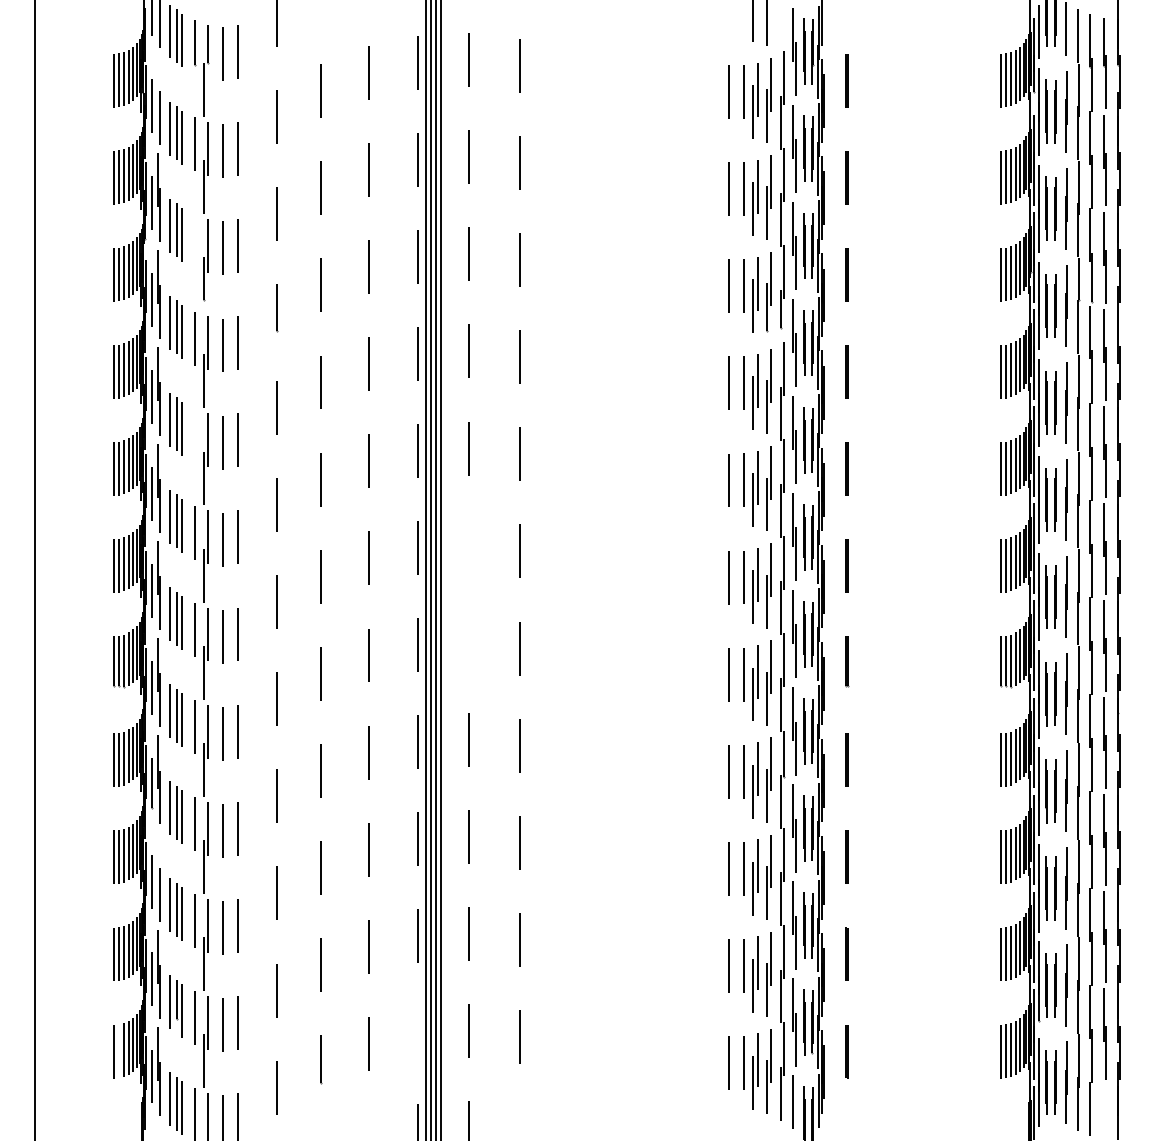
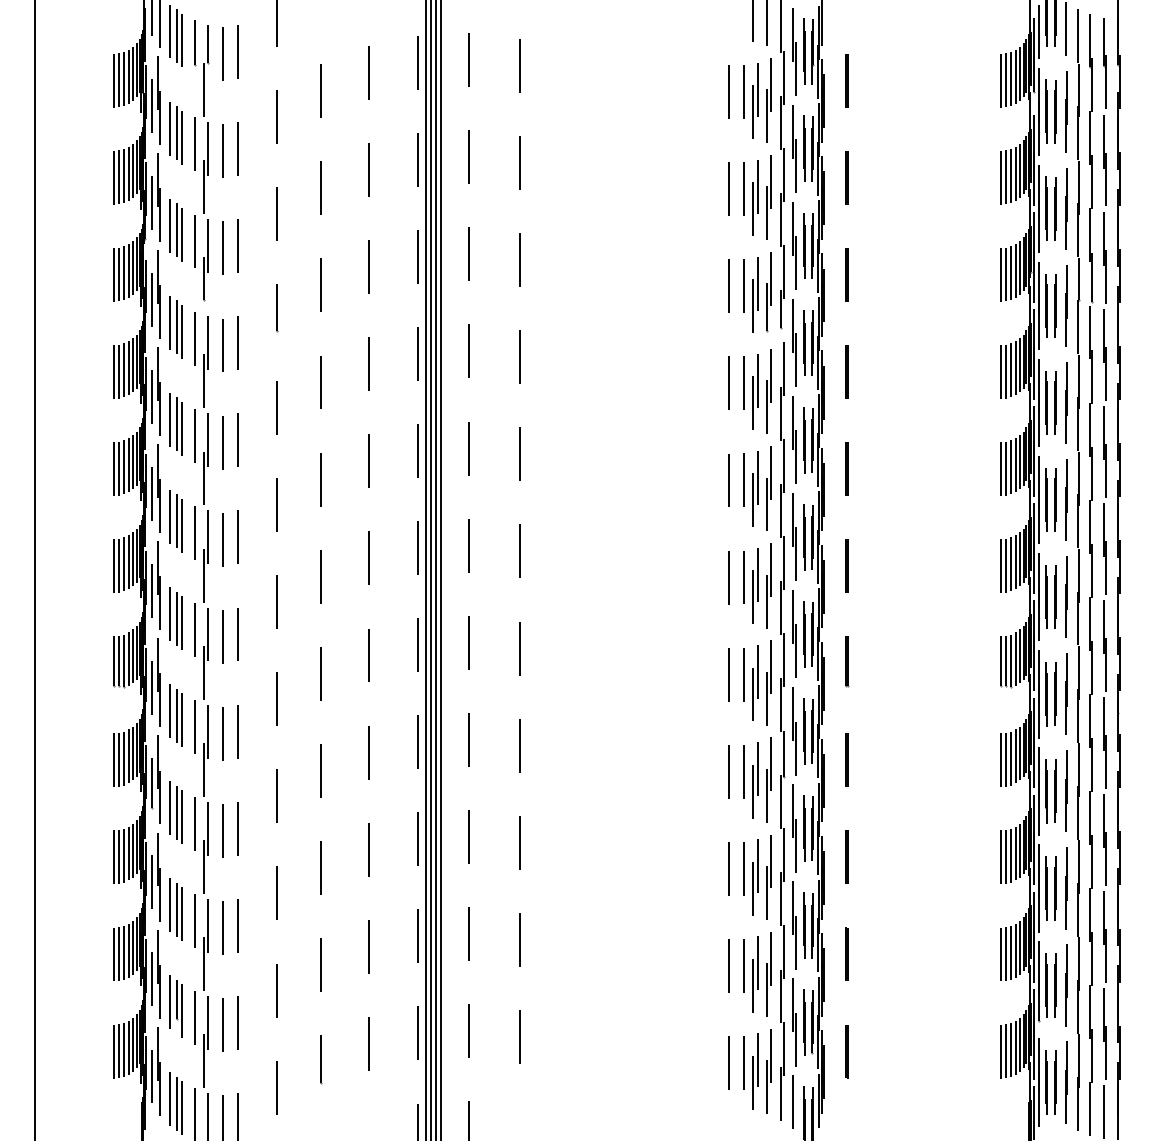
line at (780, 27): none -> present
line at (157, 82): none -> present
line at (194, 241): none -> present
line at (194, 435): none -> present
line at (469, 545): none -> present
line at (469, 642): none -> present
line at (157, 859): none -> present
line at (418, 1033): none -> present
line at (119, 1051): none -> present
line at (1103, 1111): none -> present
